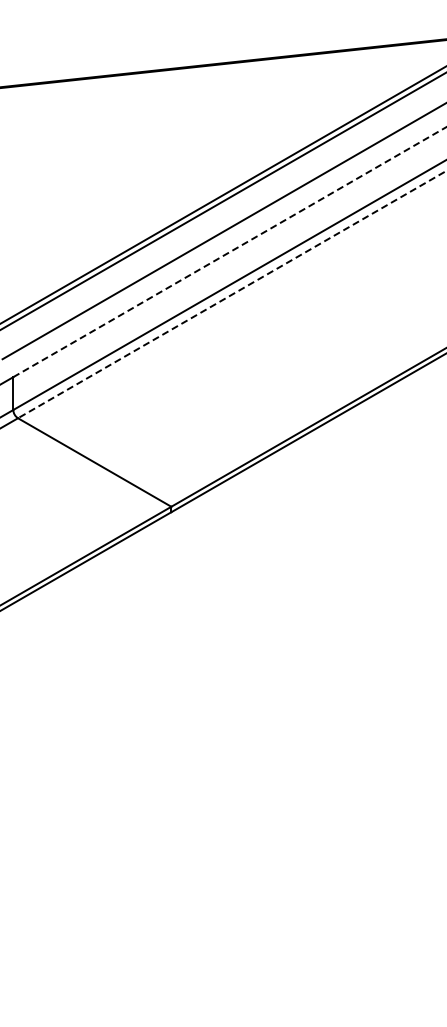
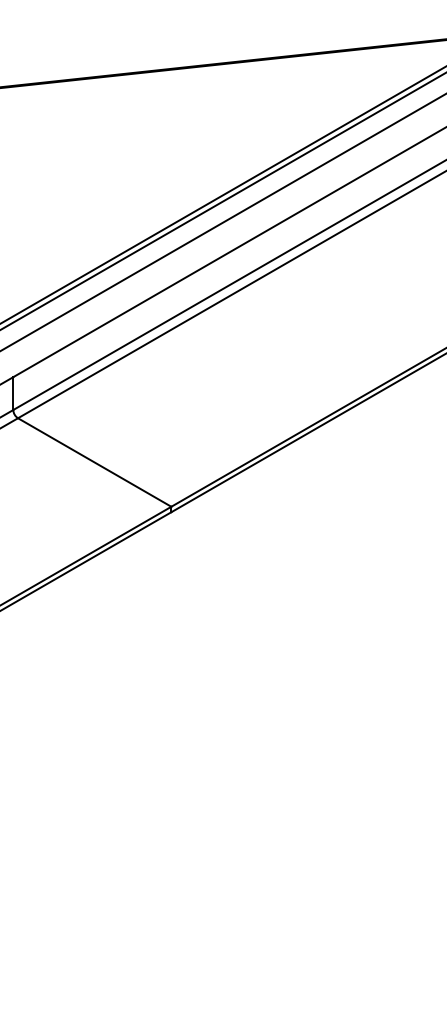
line at (222, 231) position: (222, 231) -> (222, 222)
line at (229, 252): dashed -> solid
line at (231, 294): dashed -> solid
